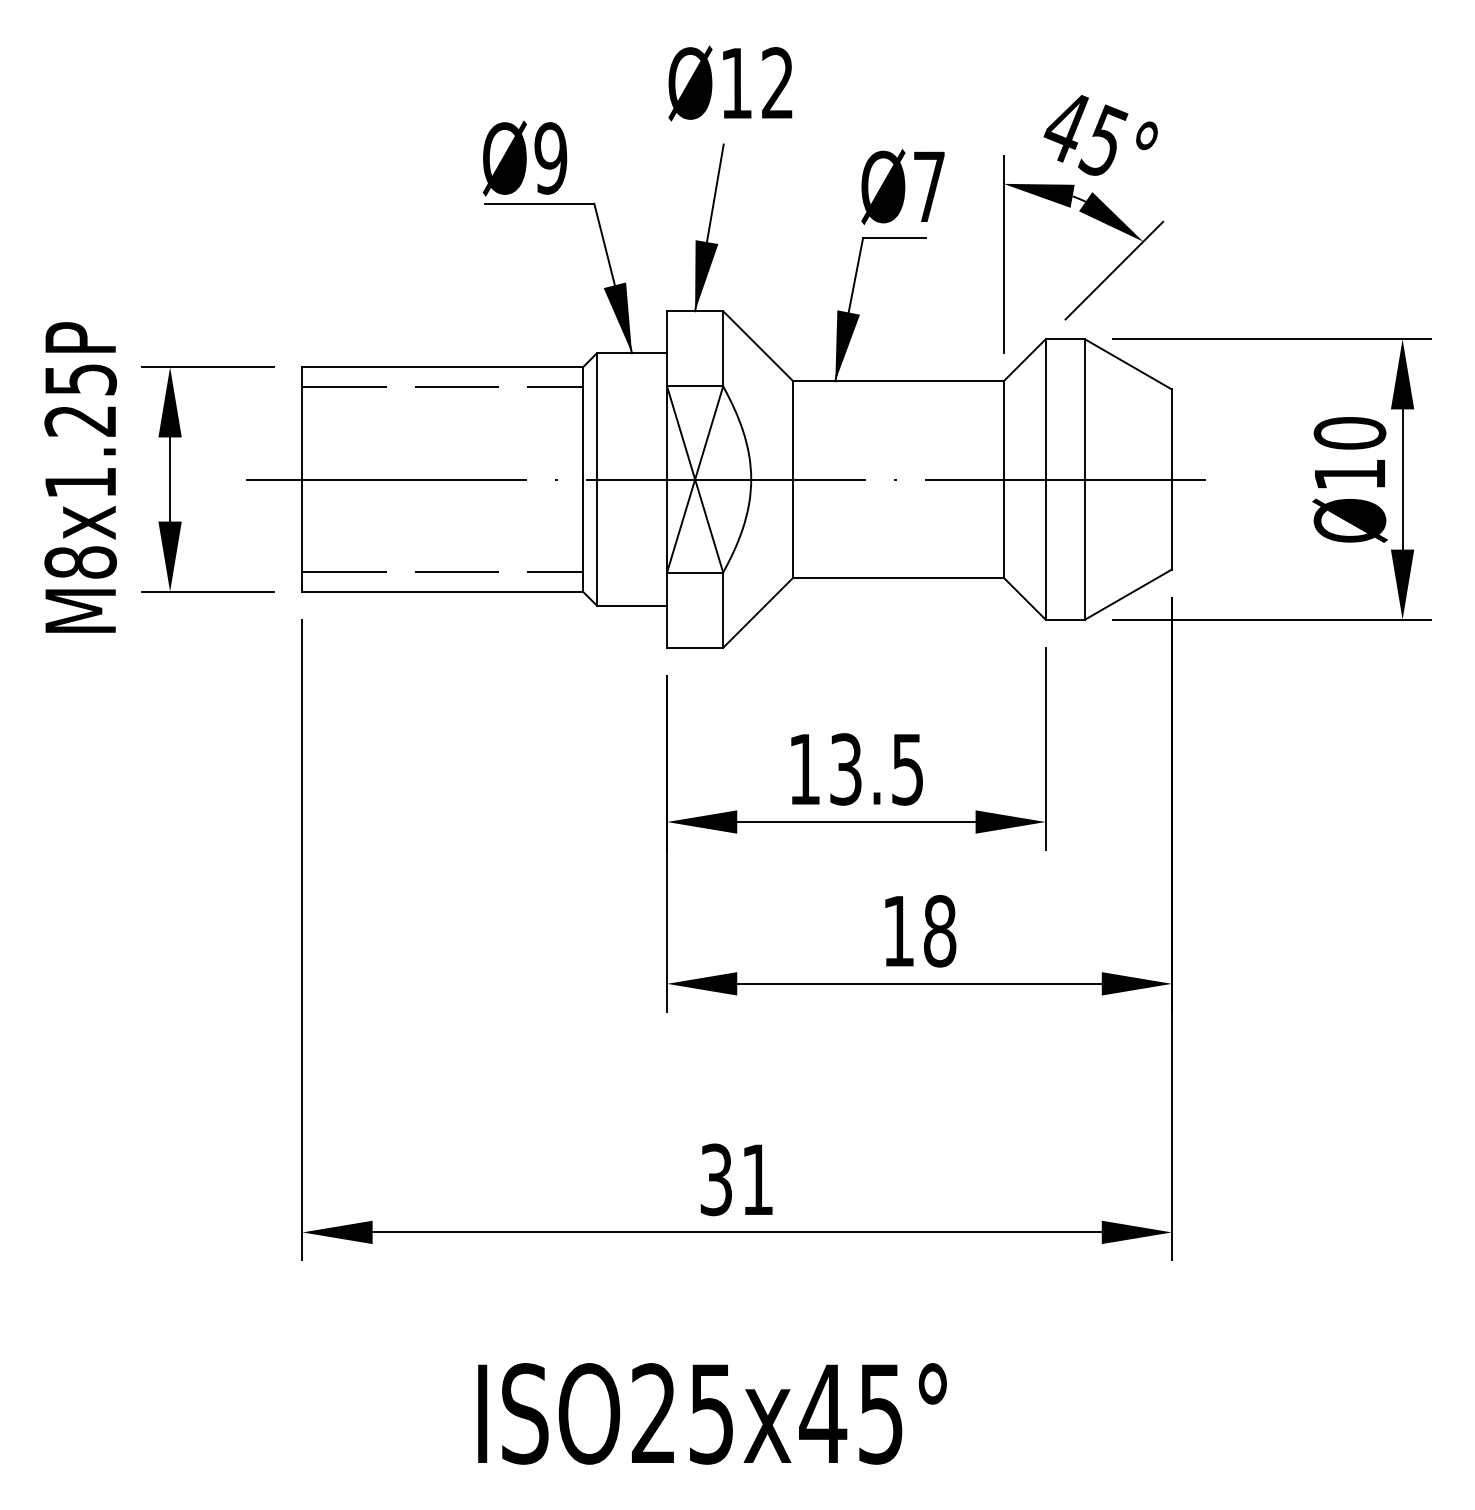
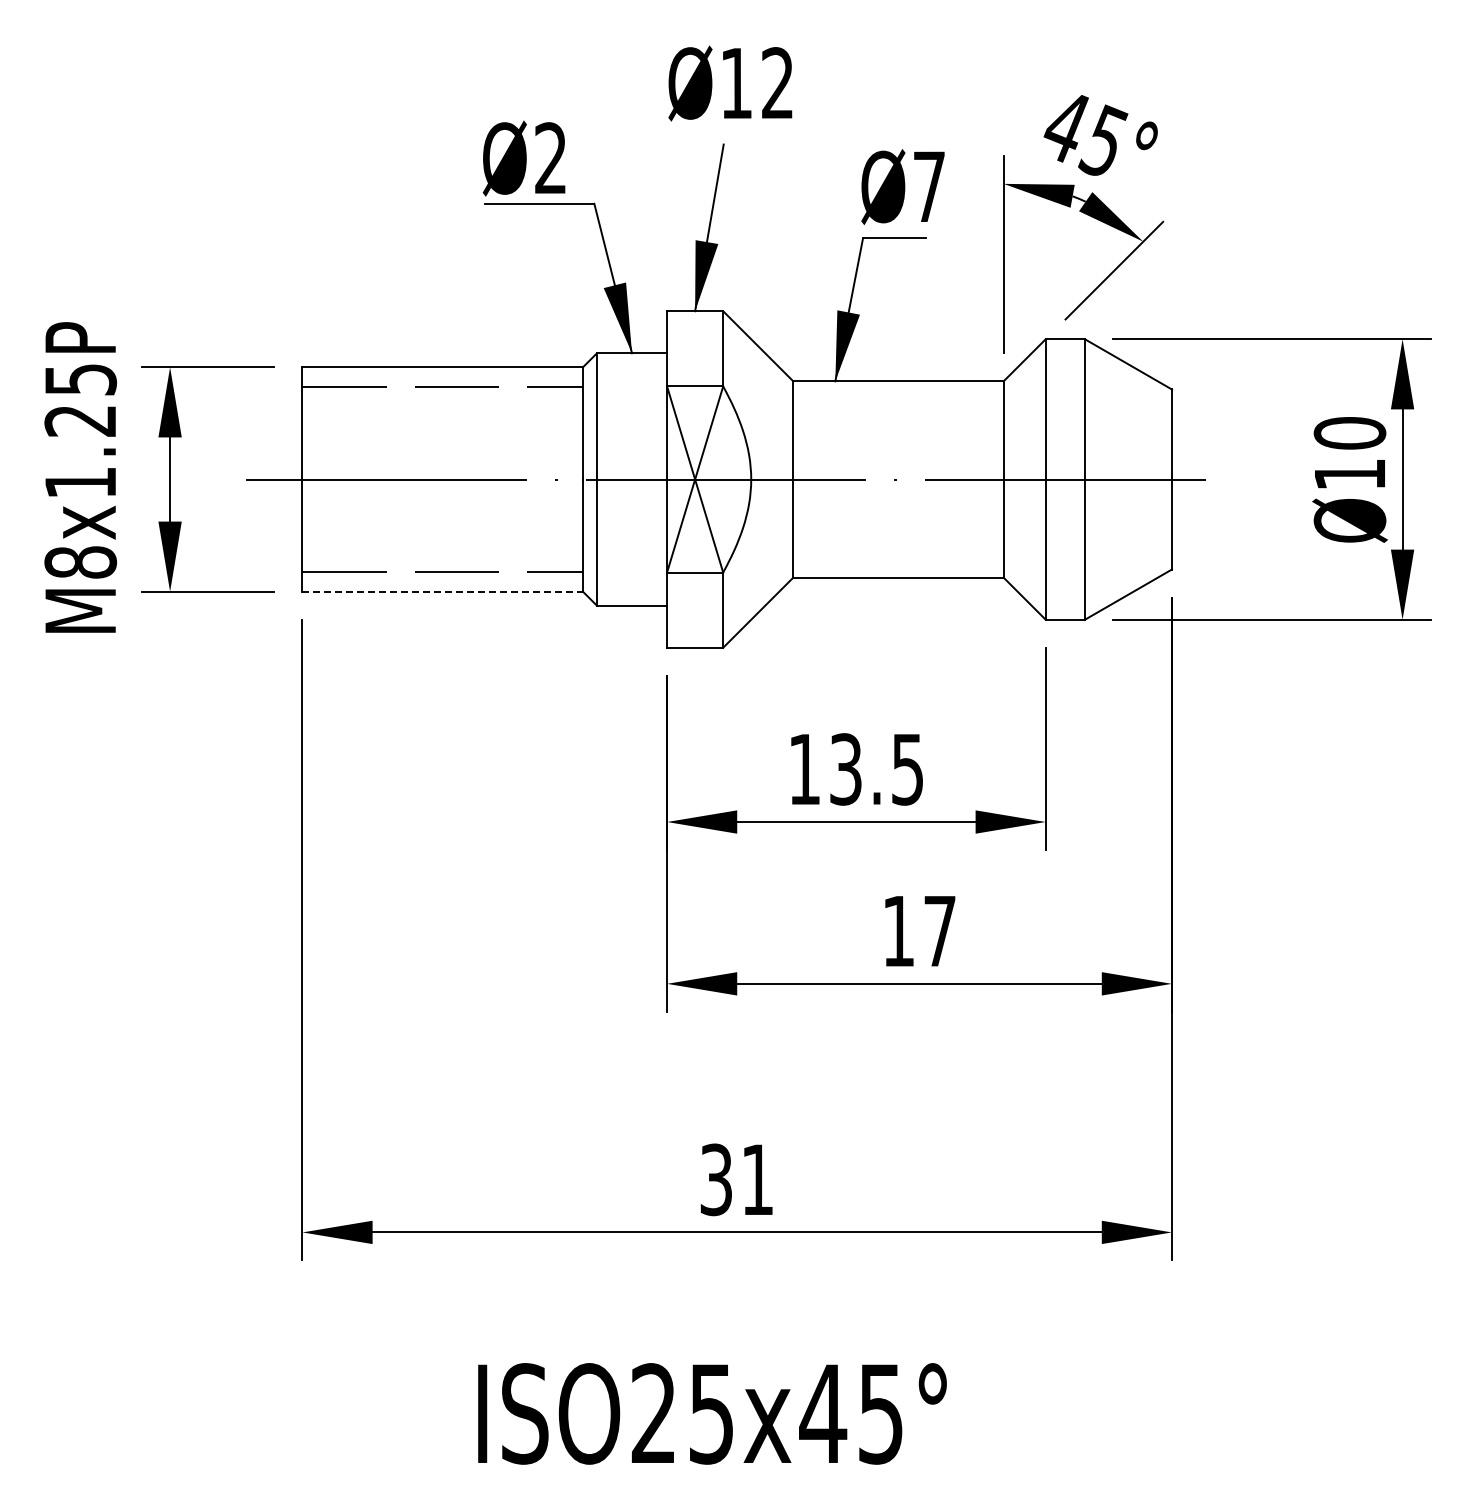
text at (550, 158): Ø9 -> Ø2
line at (443, 591): solid -> dashed
text at (940, 931): 18 -> 17
